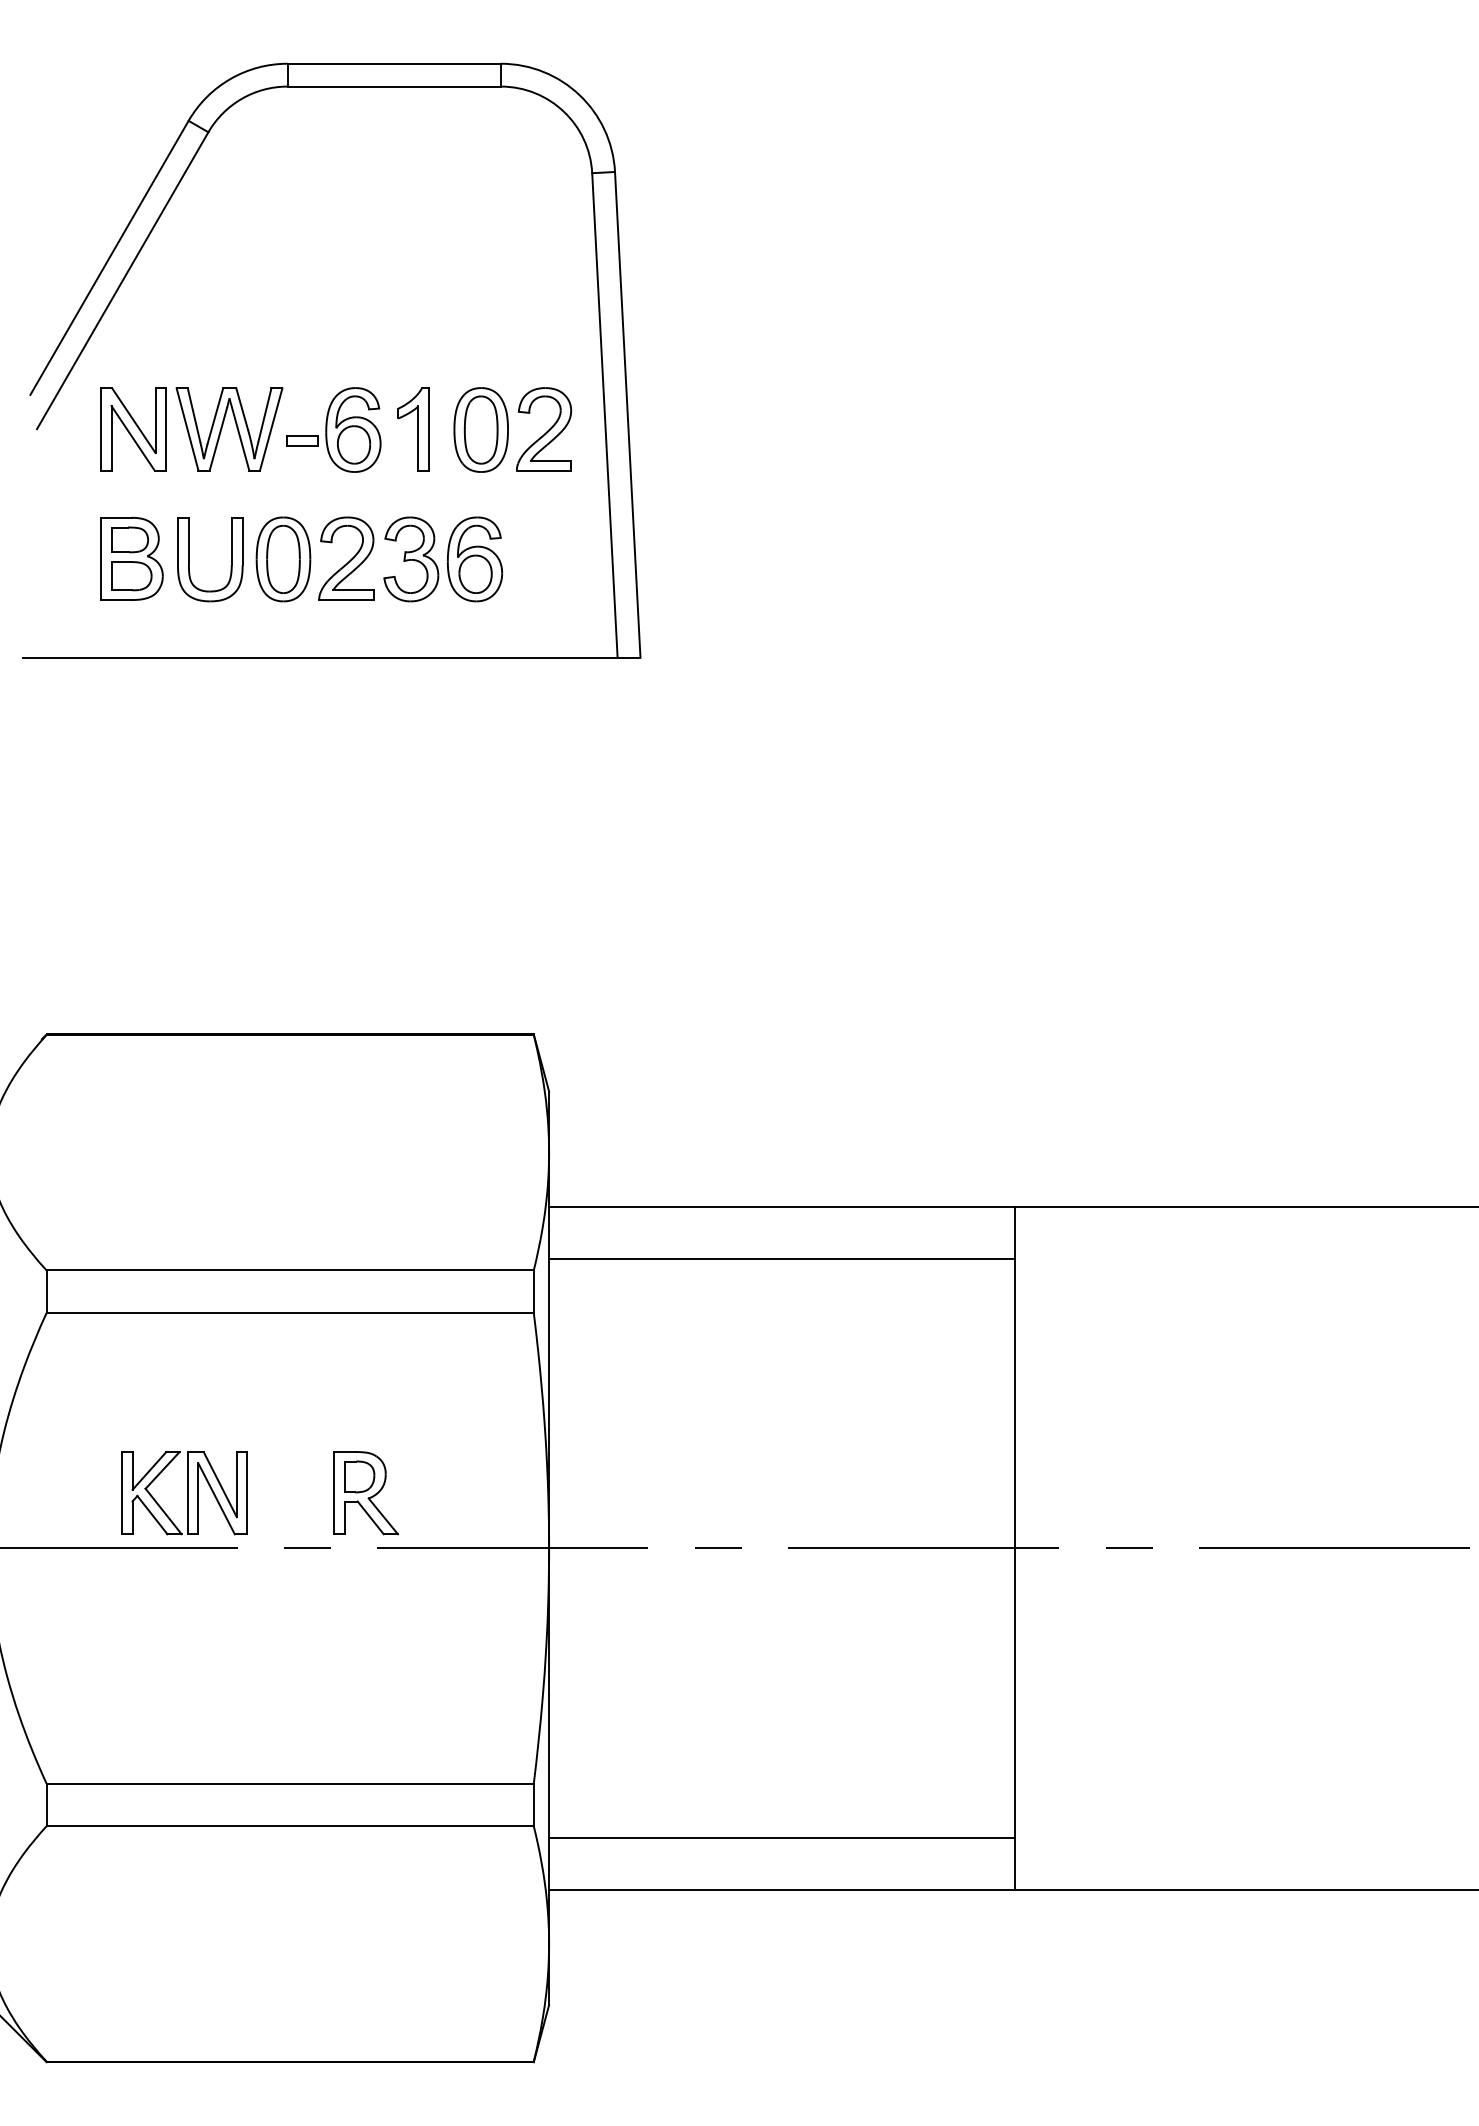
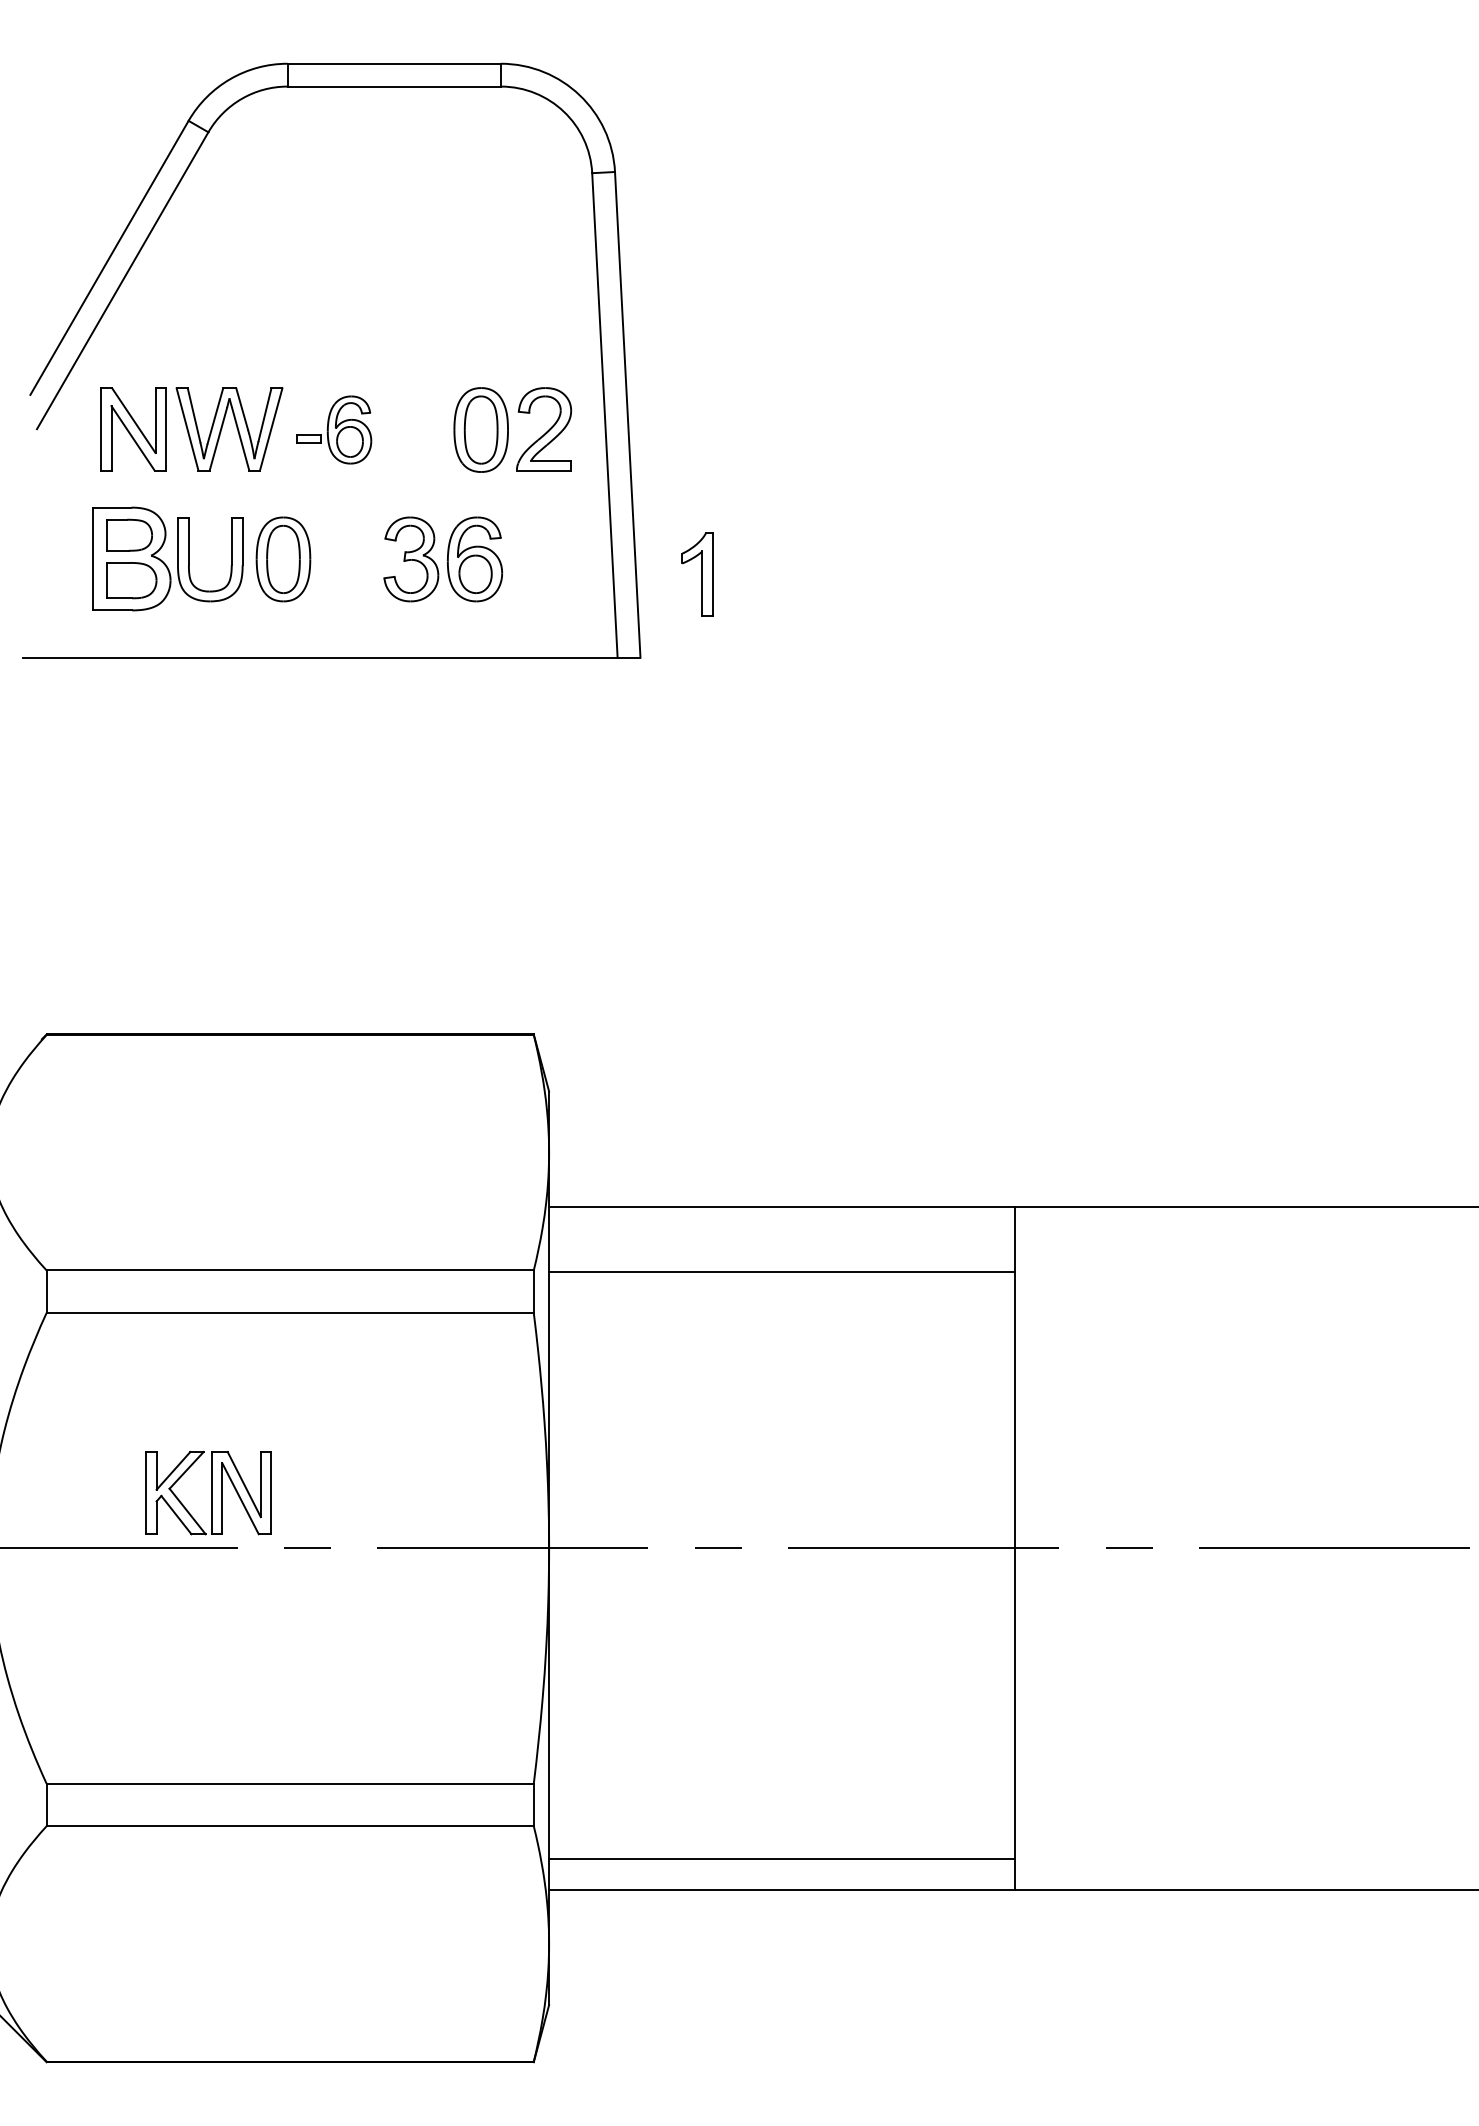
part at (333, 429) size: 96x86 px -> 77x70 px
part at (413, 429) position: (413, 429) -> (697, 574)
part at (131, 558) size: 64x85 px -> 80x106 px
part at (346, 558): present -> none
line at (782, 1258) position: (782, 1258) -> (782, 1271)
part at (184, 1493) position: (184, 1493) -> (208, 1493)
part at (365, 1493): present -> none
line at (782, 1837) position: (782, 1837) -> (782, 1858)
